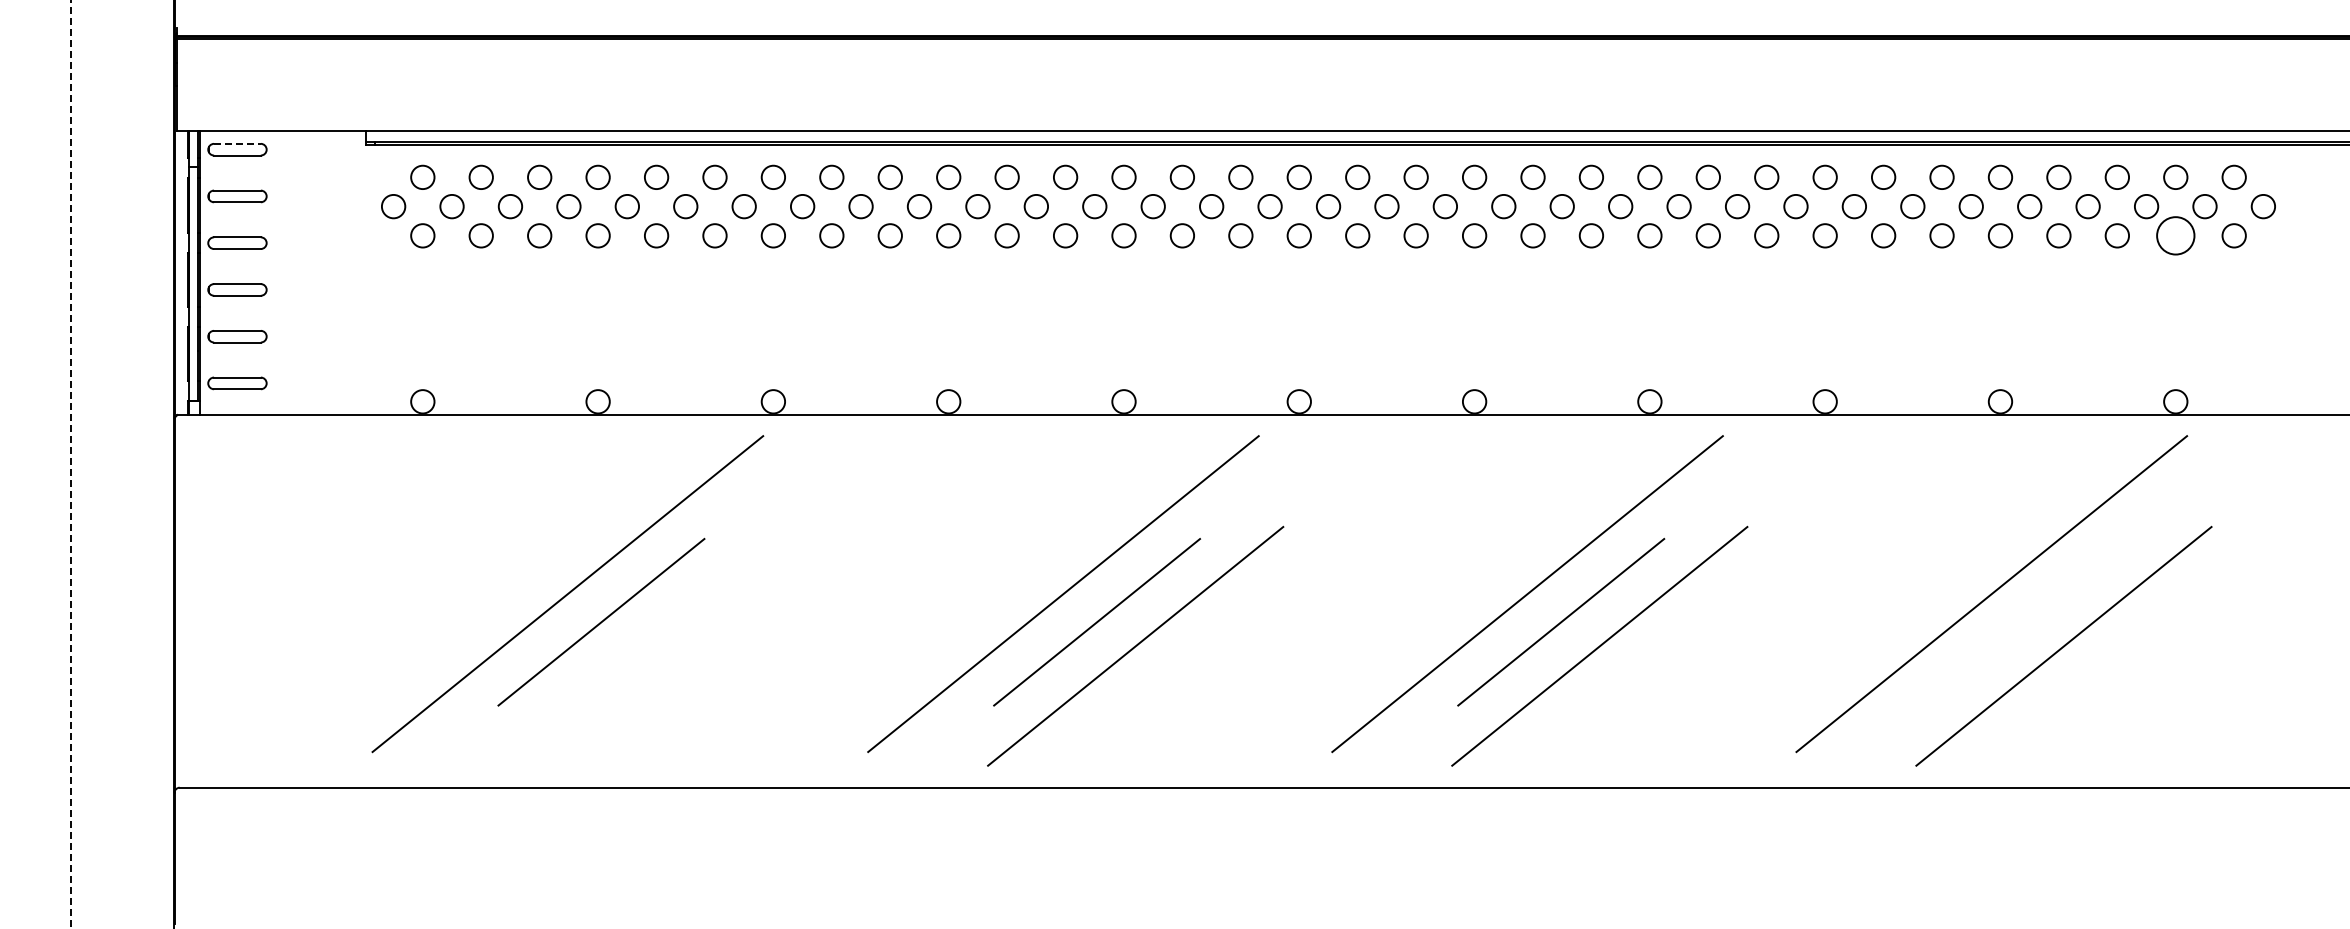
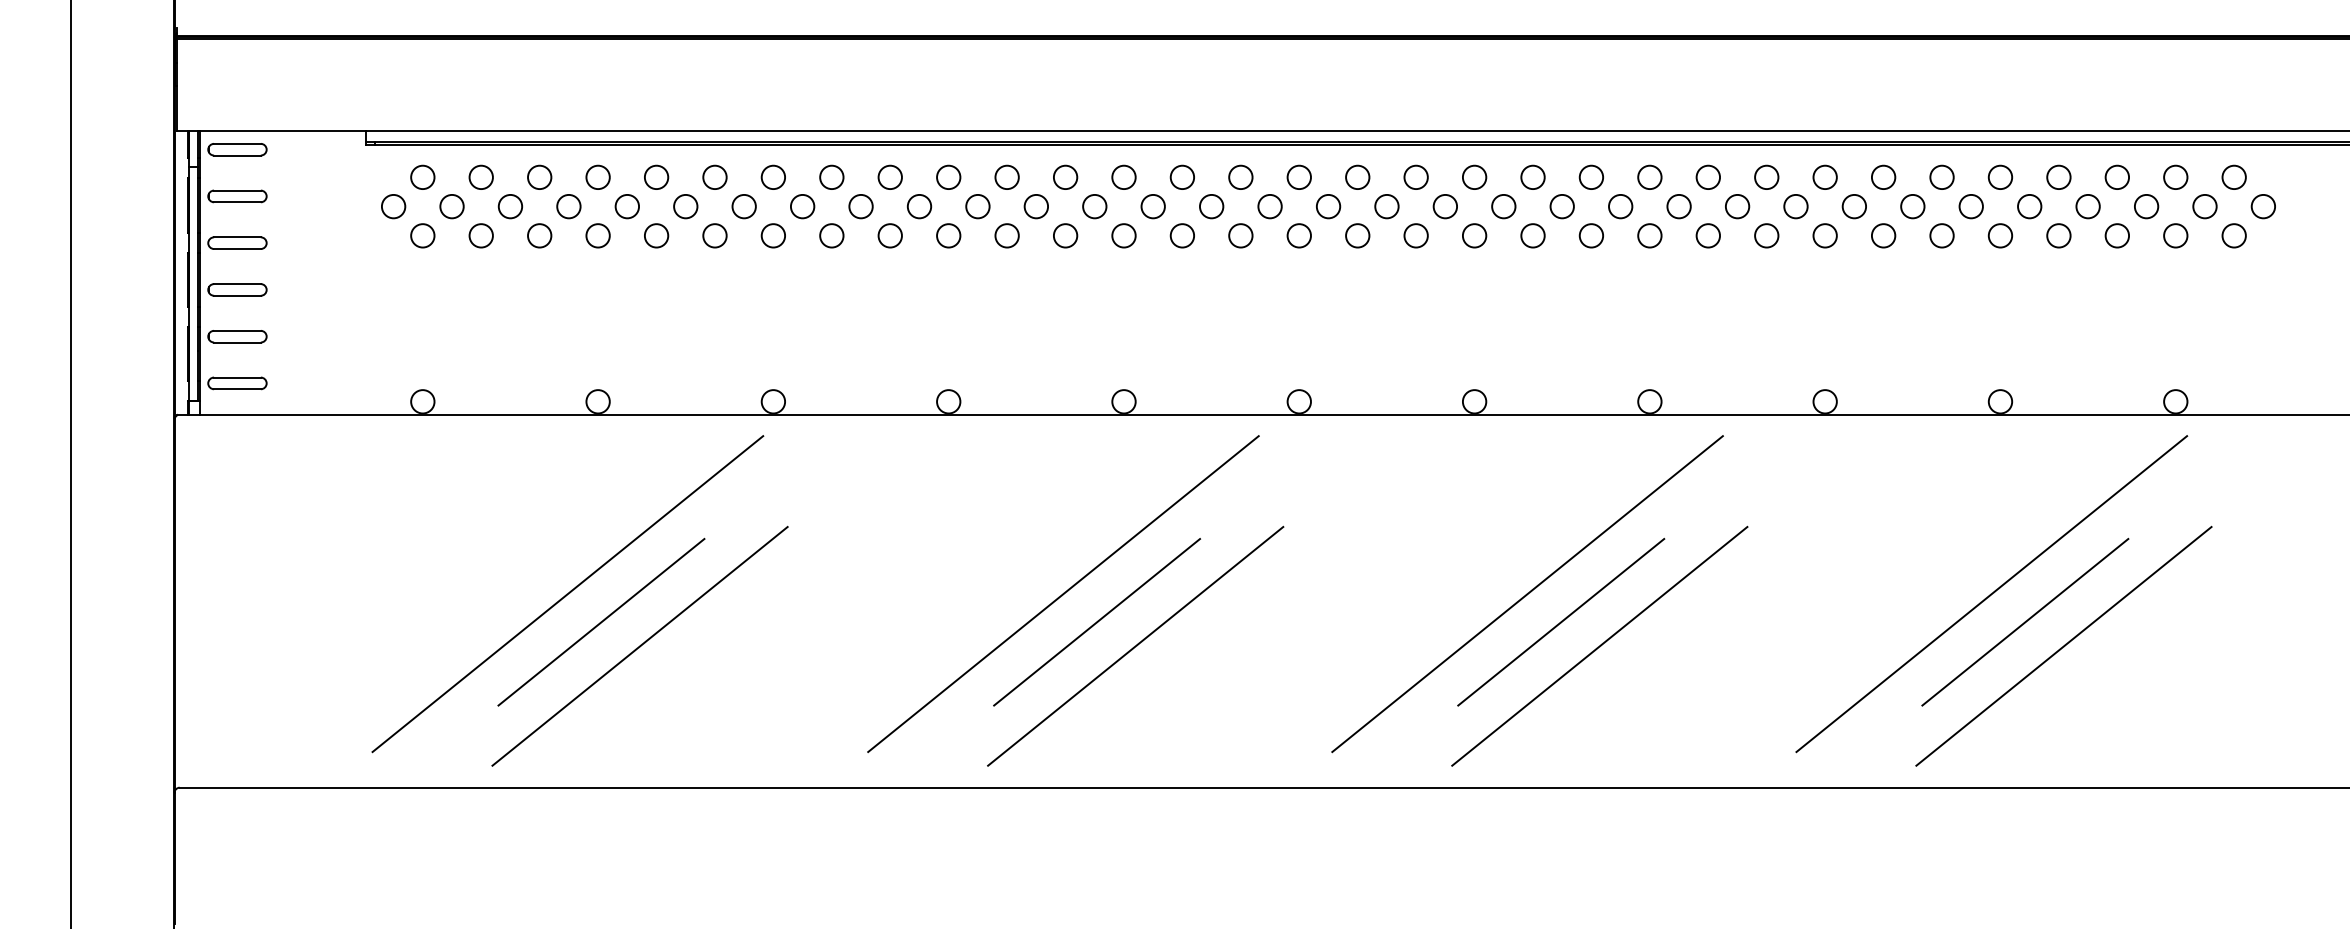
line at (237, 143): dashed -> solid
circle at (2175, 235) diameter: 37 px -> 23 px
line at (70, 464): dashed -> solid
line at (2025, 621): none -> present
line at (639, 645): none -> present
